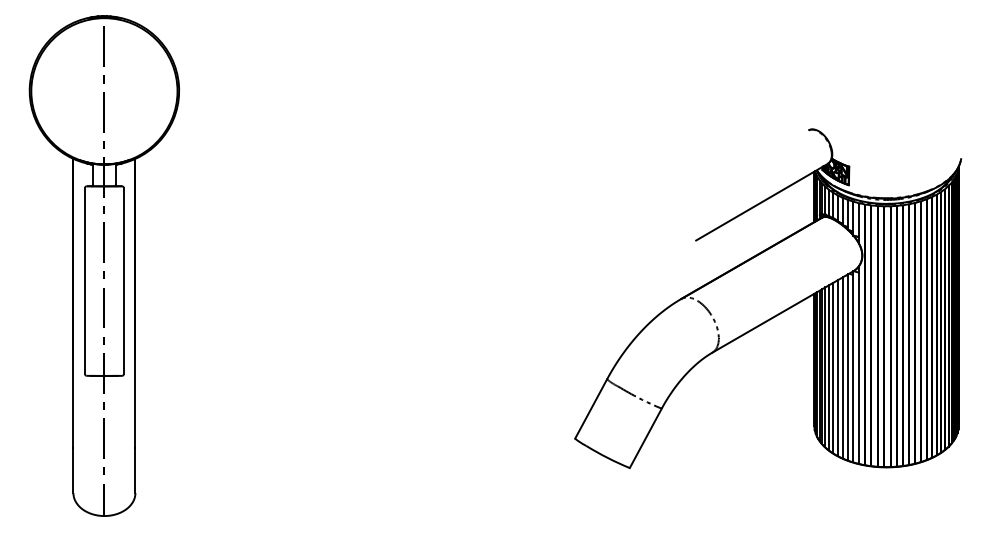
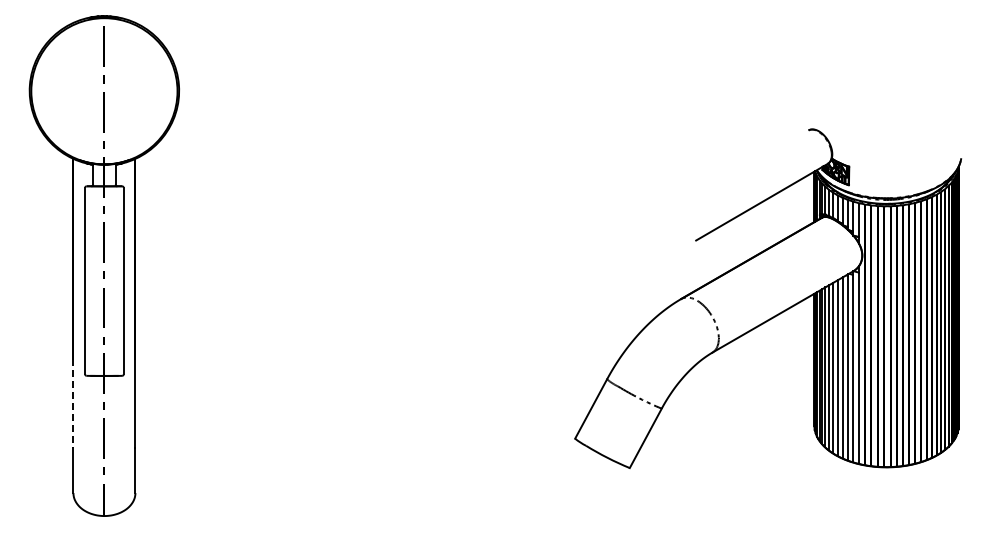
line at (73, 404): solid -> dashed
